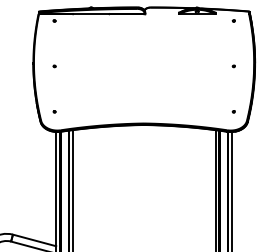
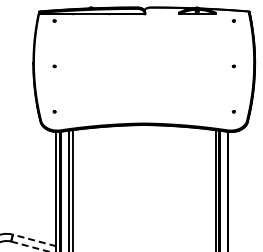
line at (232, 189): present -> none
line at (34, 240): solid -> dashed
line at (30, 246): solid -> dashed
